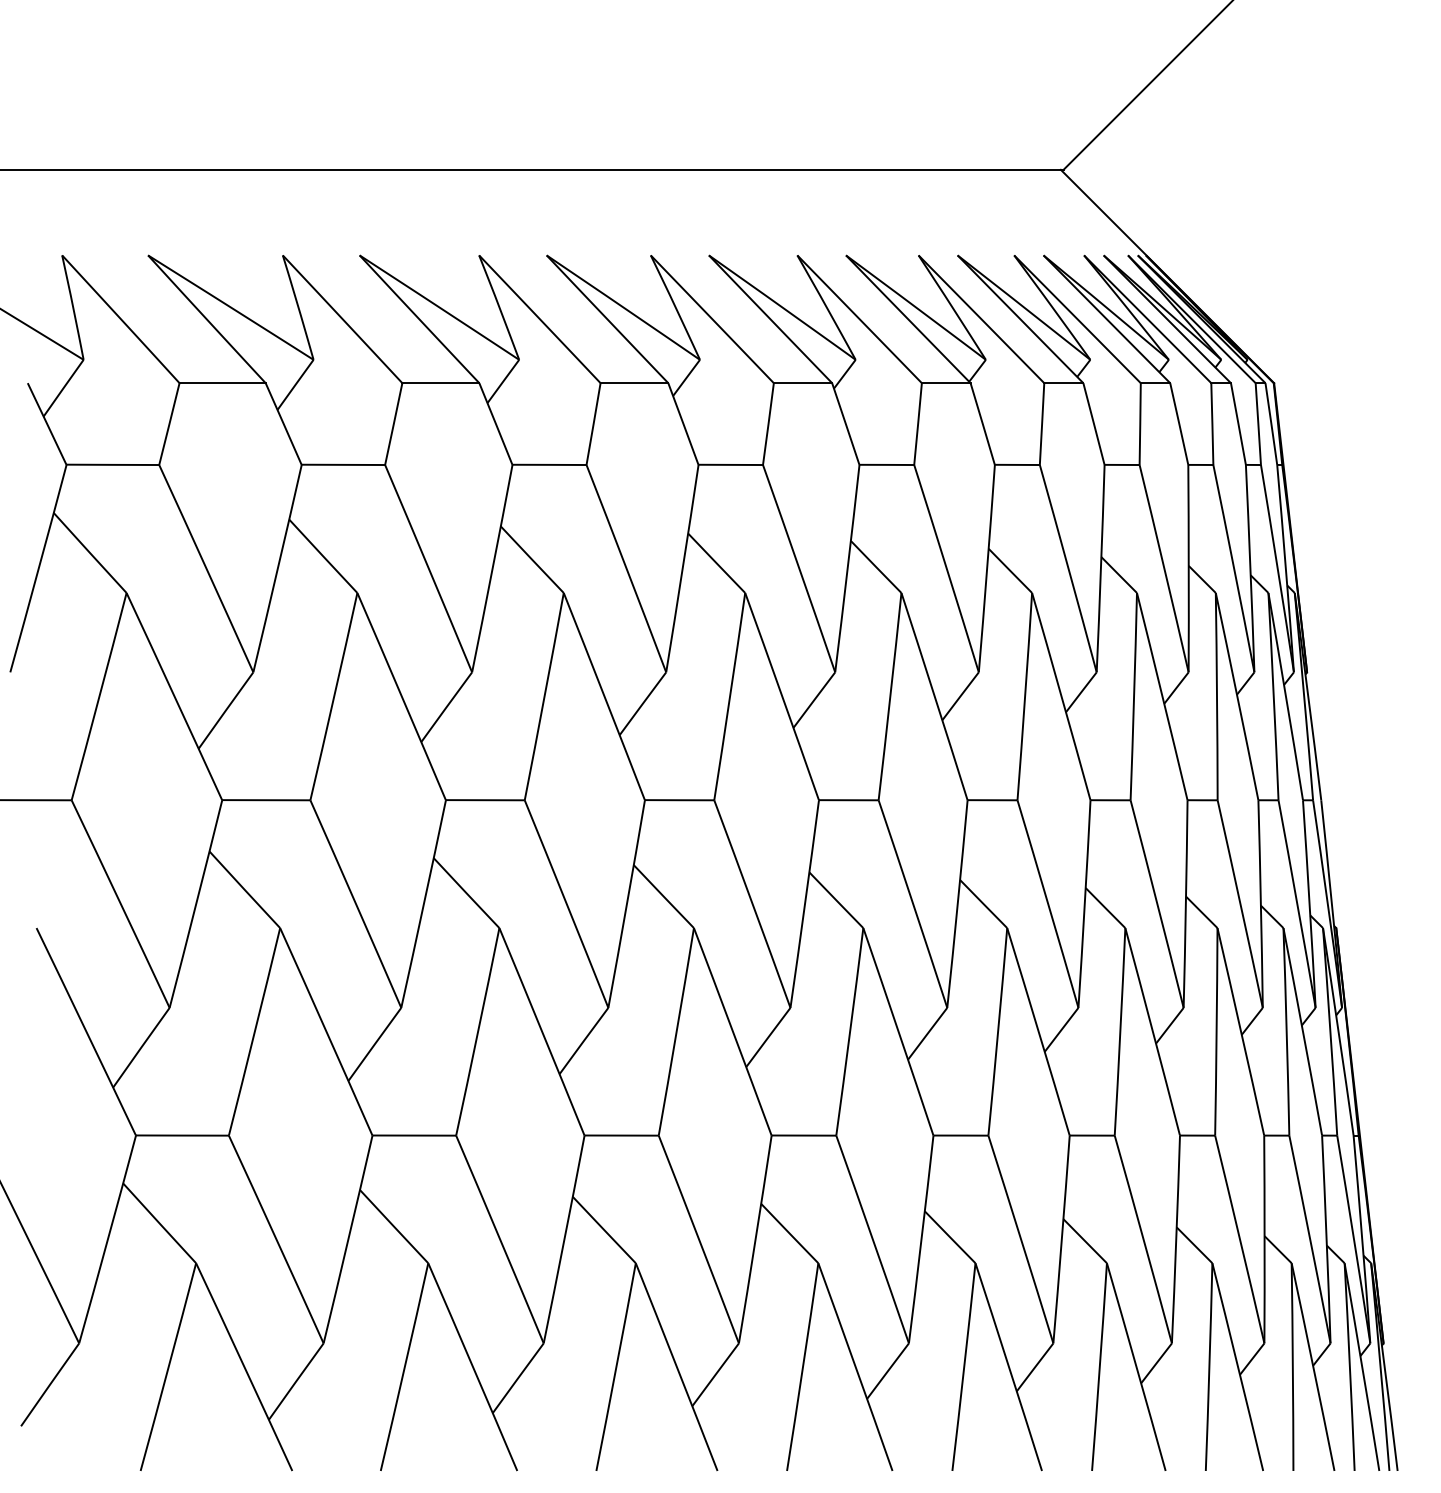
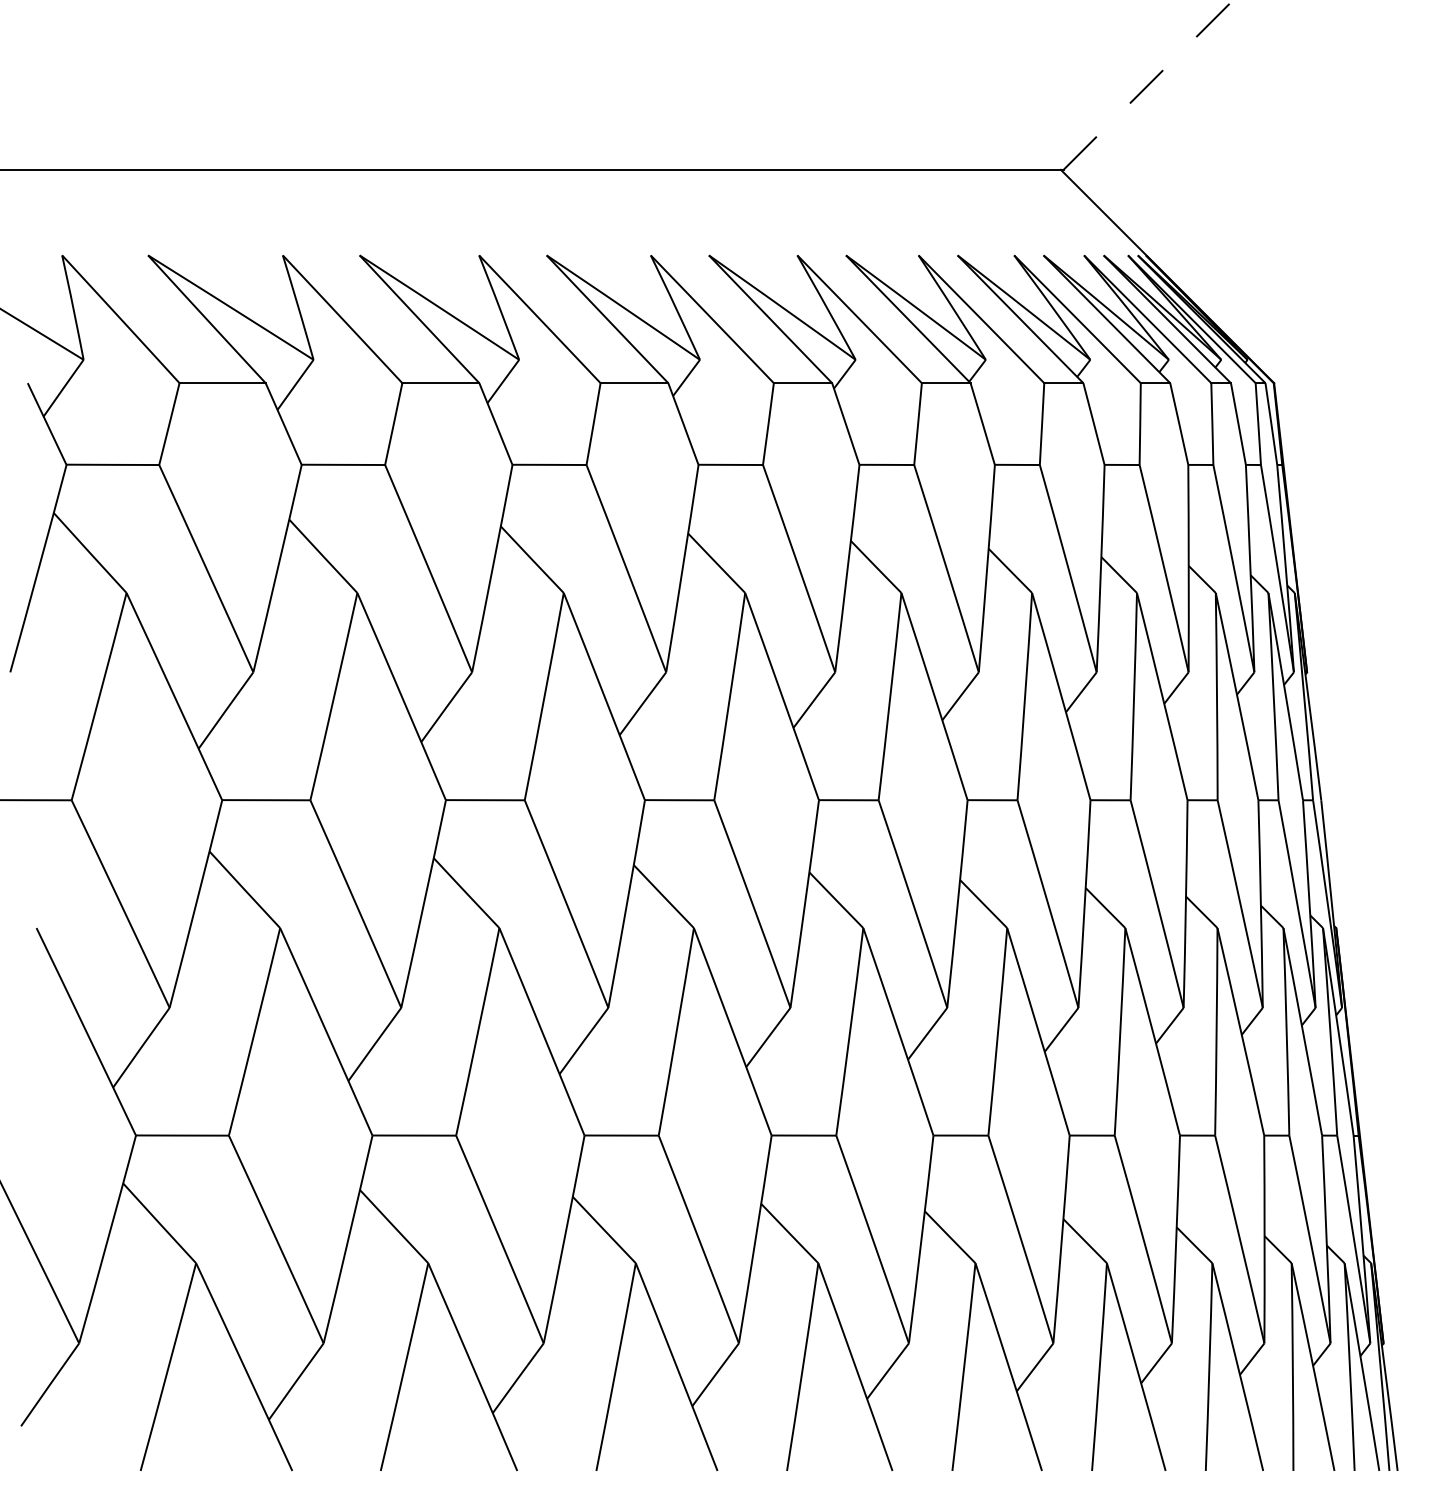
line at (1148, 85): solid -> dashed
